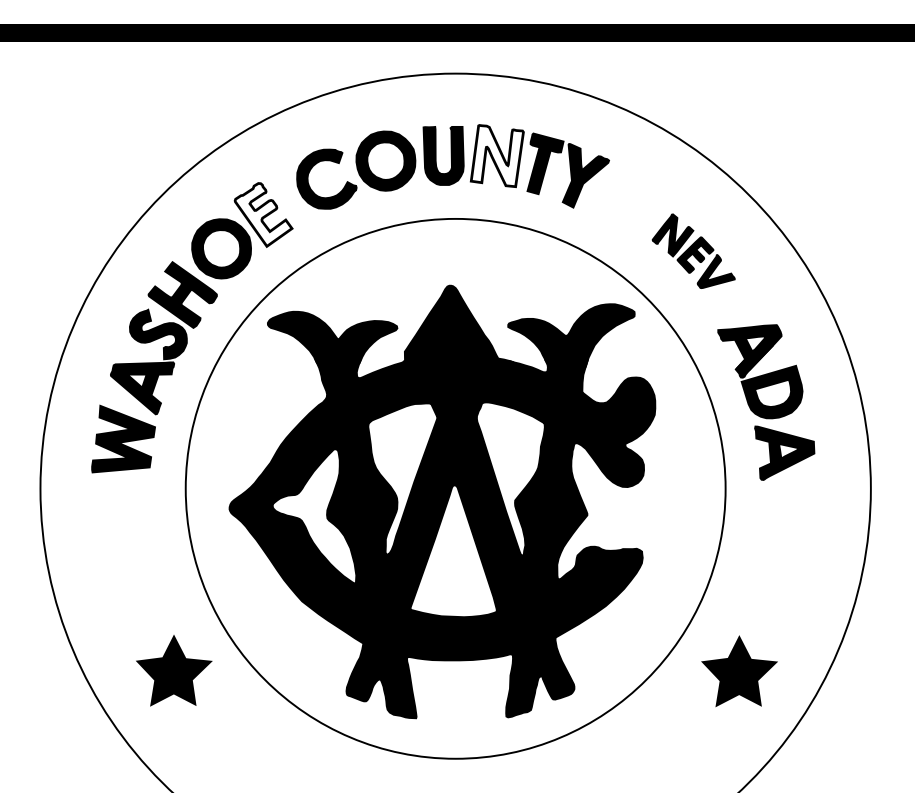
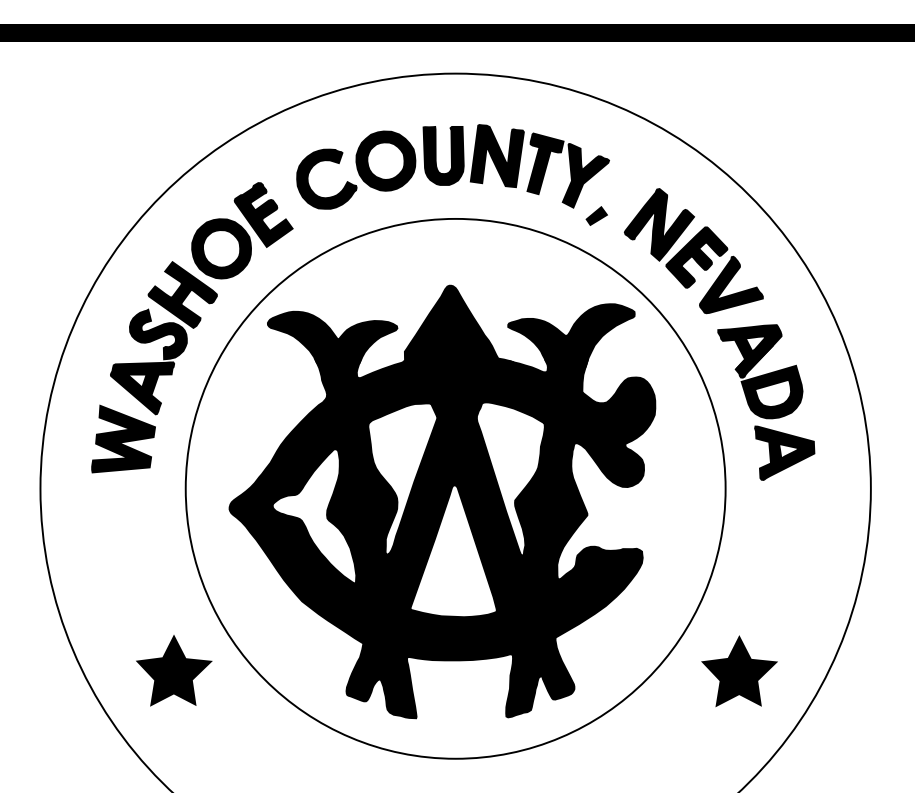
fill at (497, 155): none -> present
fill at (263, 214): none -> present
part at (596, 215): none -> present
part at (693, 250) size: 85x76 px -> 141x127 px
